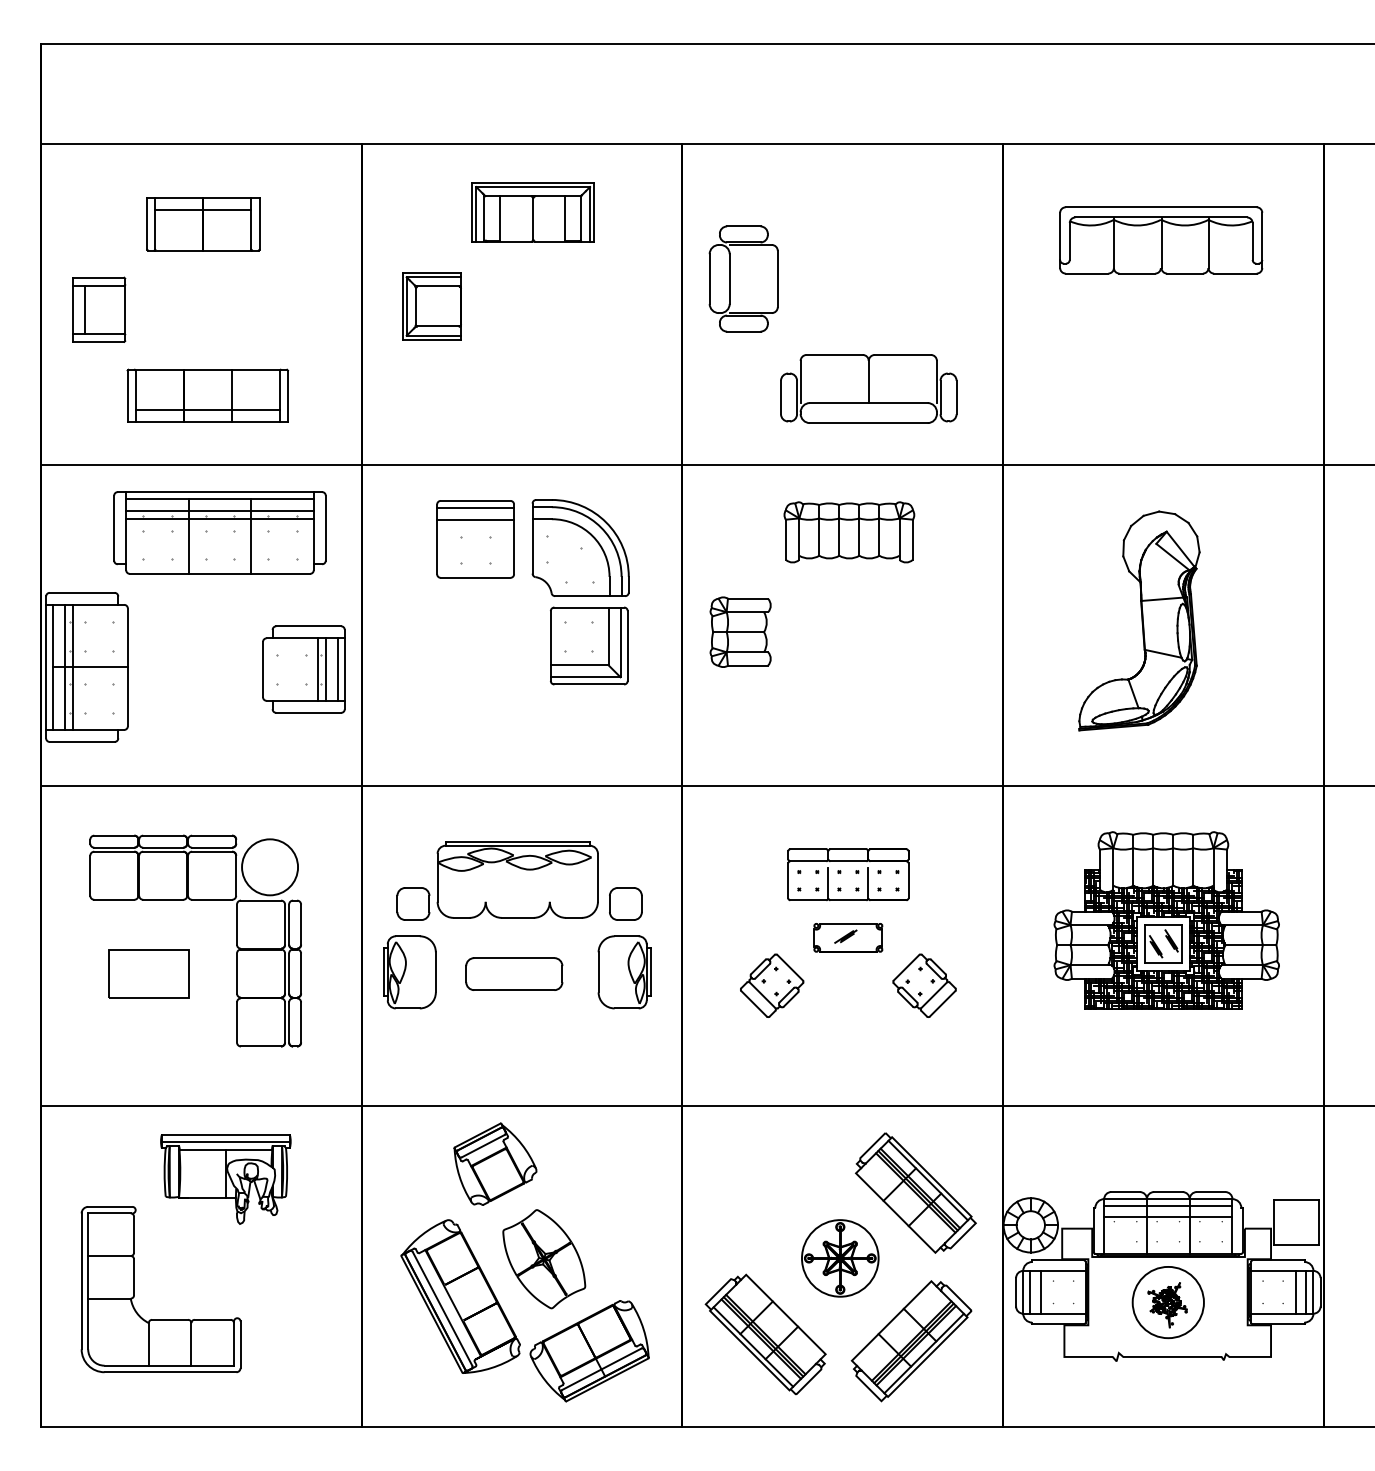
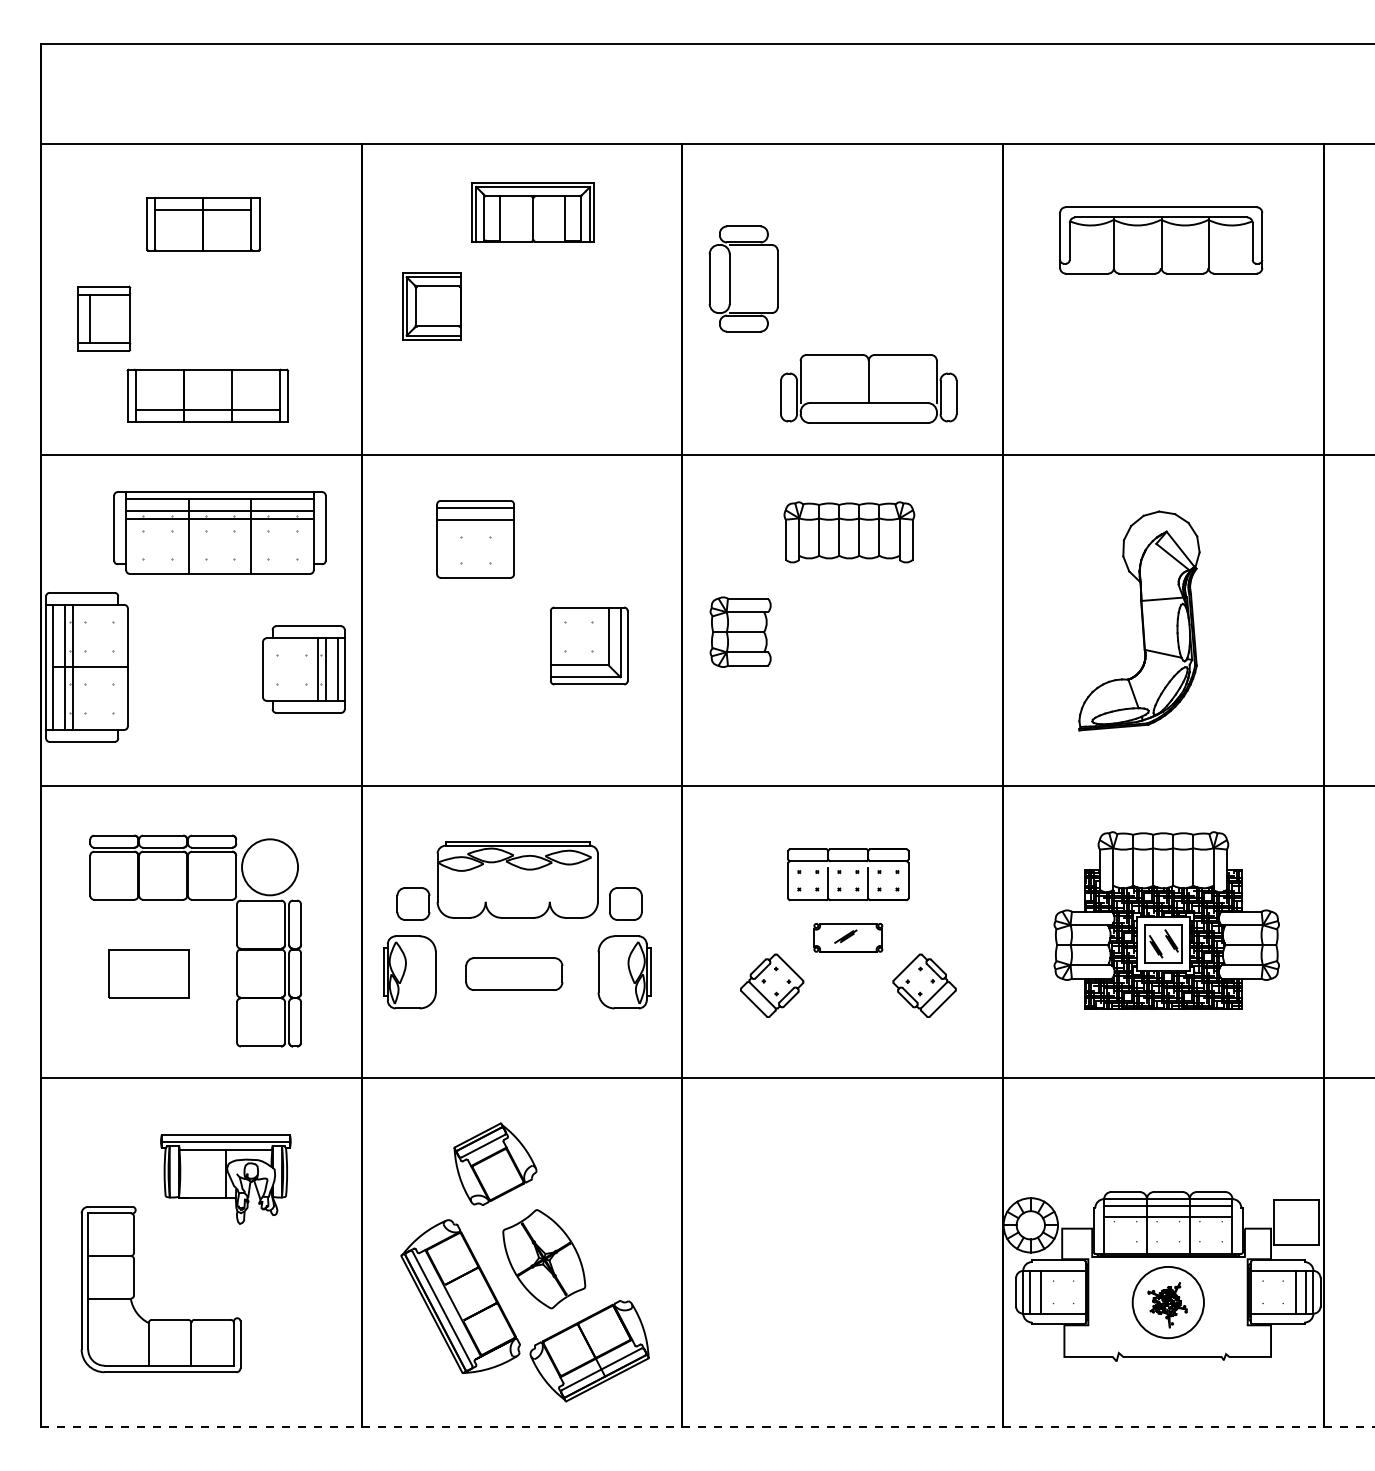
part at (99, 309) position: (99, 309) -> (104, 318)
line at (706, 464) position: (706, 464) -> (706, 454)
part at (580, 547): present -> none
line at (706, 1106) position: (706, 1106) -> (706, 1078)
part at (840, 1267): present -> none
line at (708, 1426): solid -> dashed
